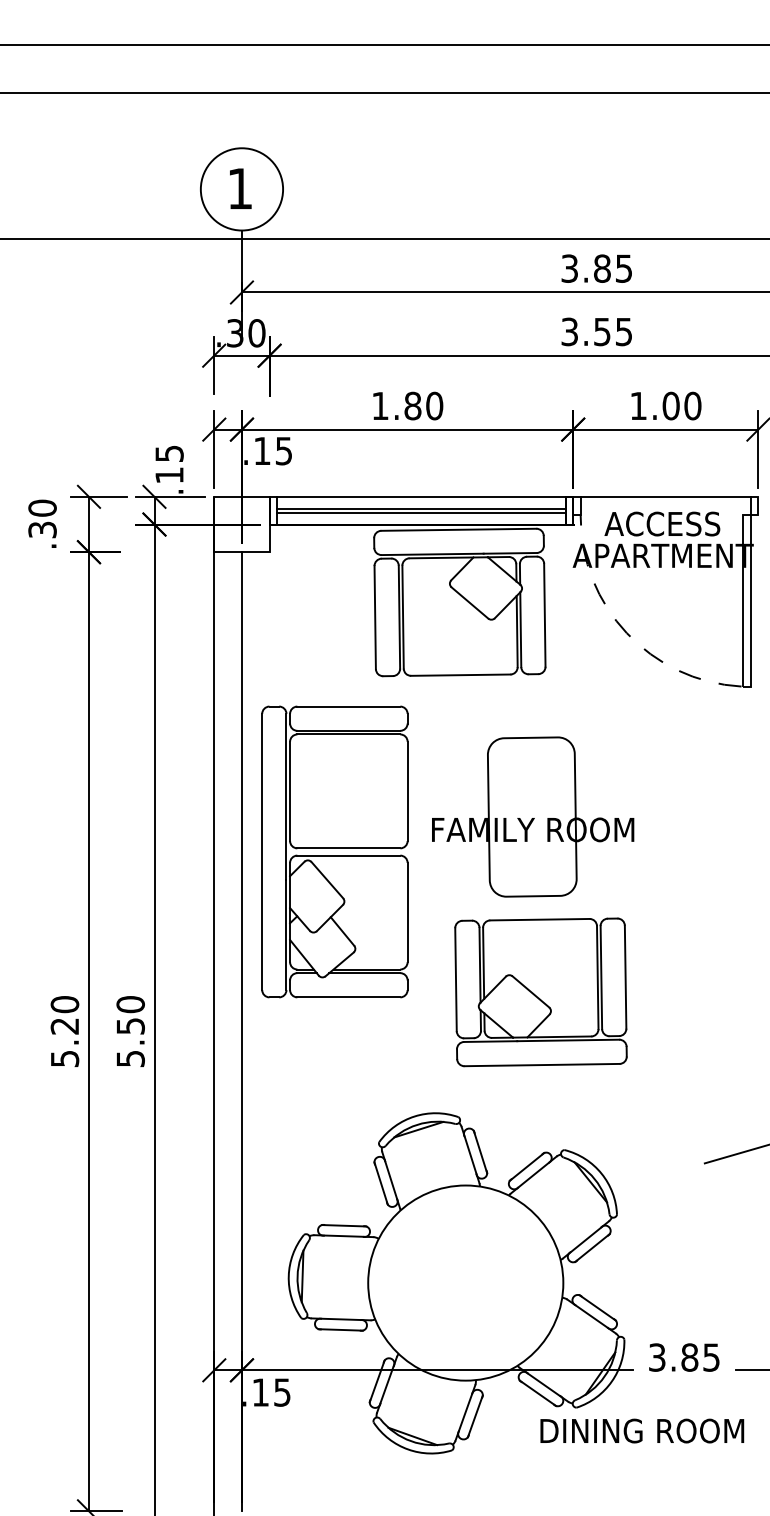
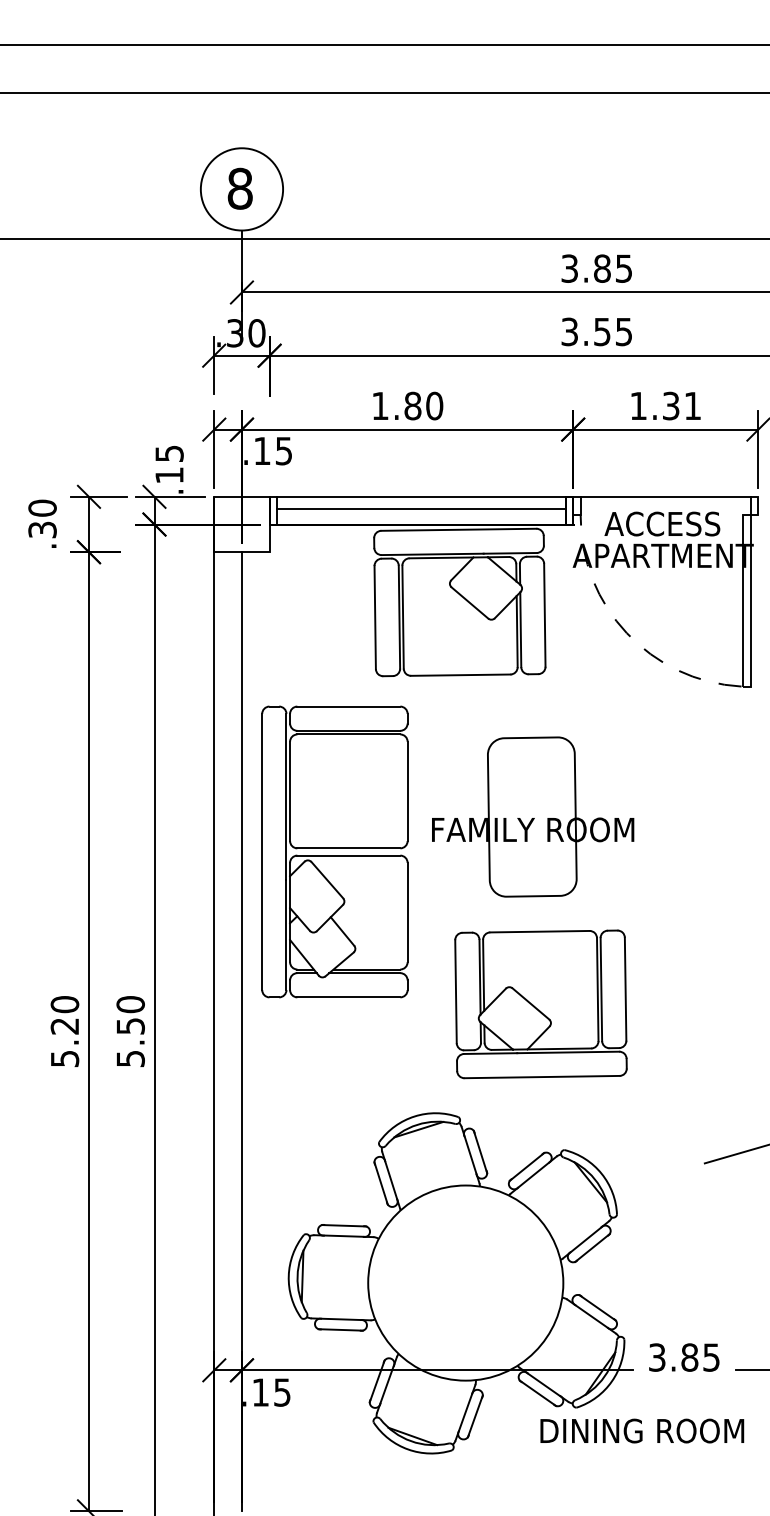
text at (239, 188): 1 -> 8
text at (681, 405): 1.00 -> 1.31
line at (421, 512): present -> none
part at (540, 992) position: (540, 992) -> (540, 1004)
